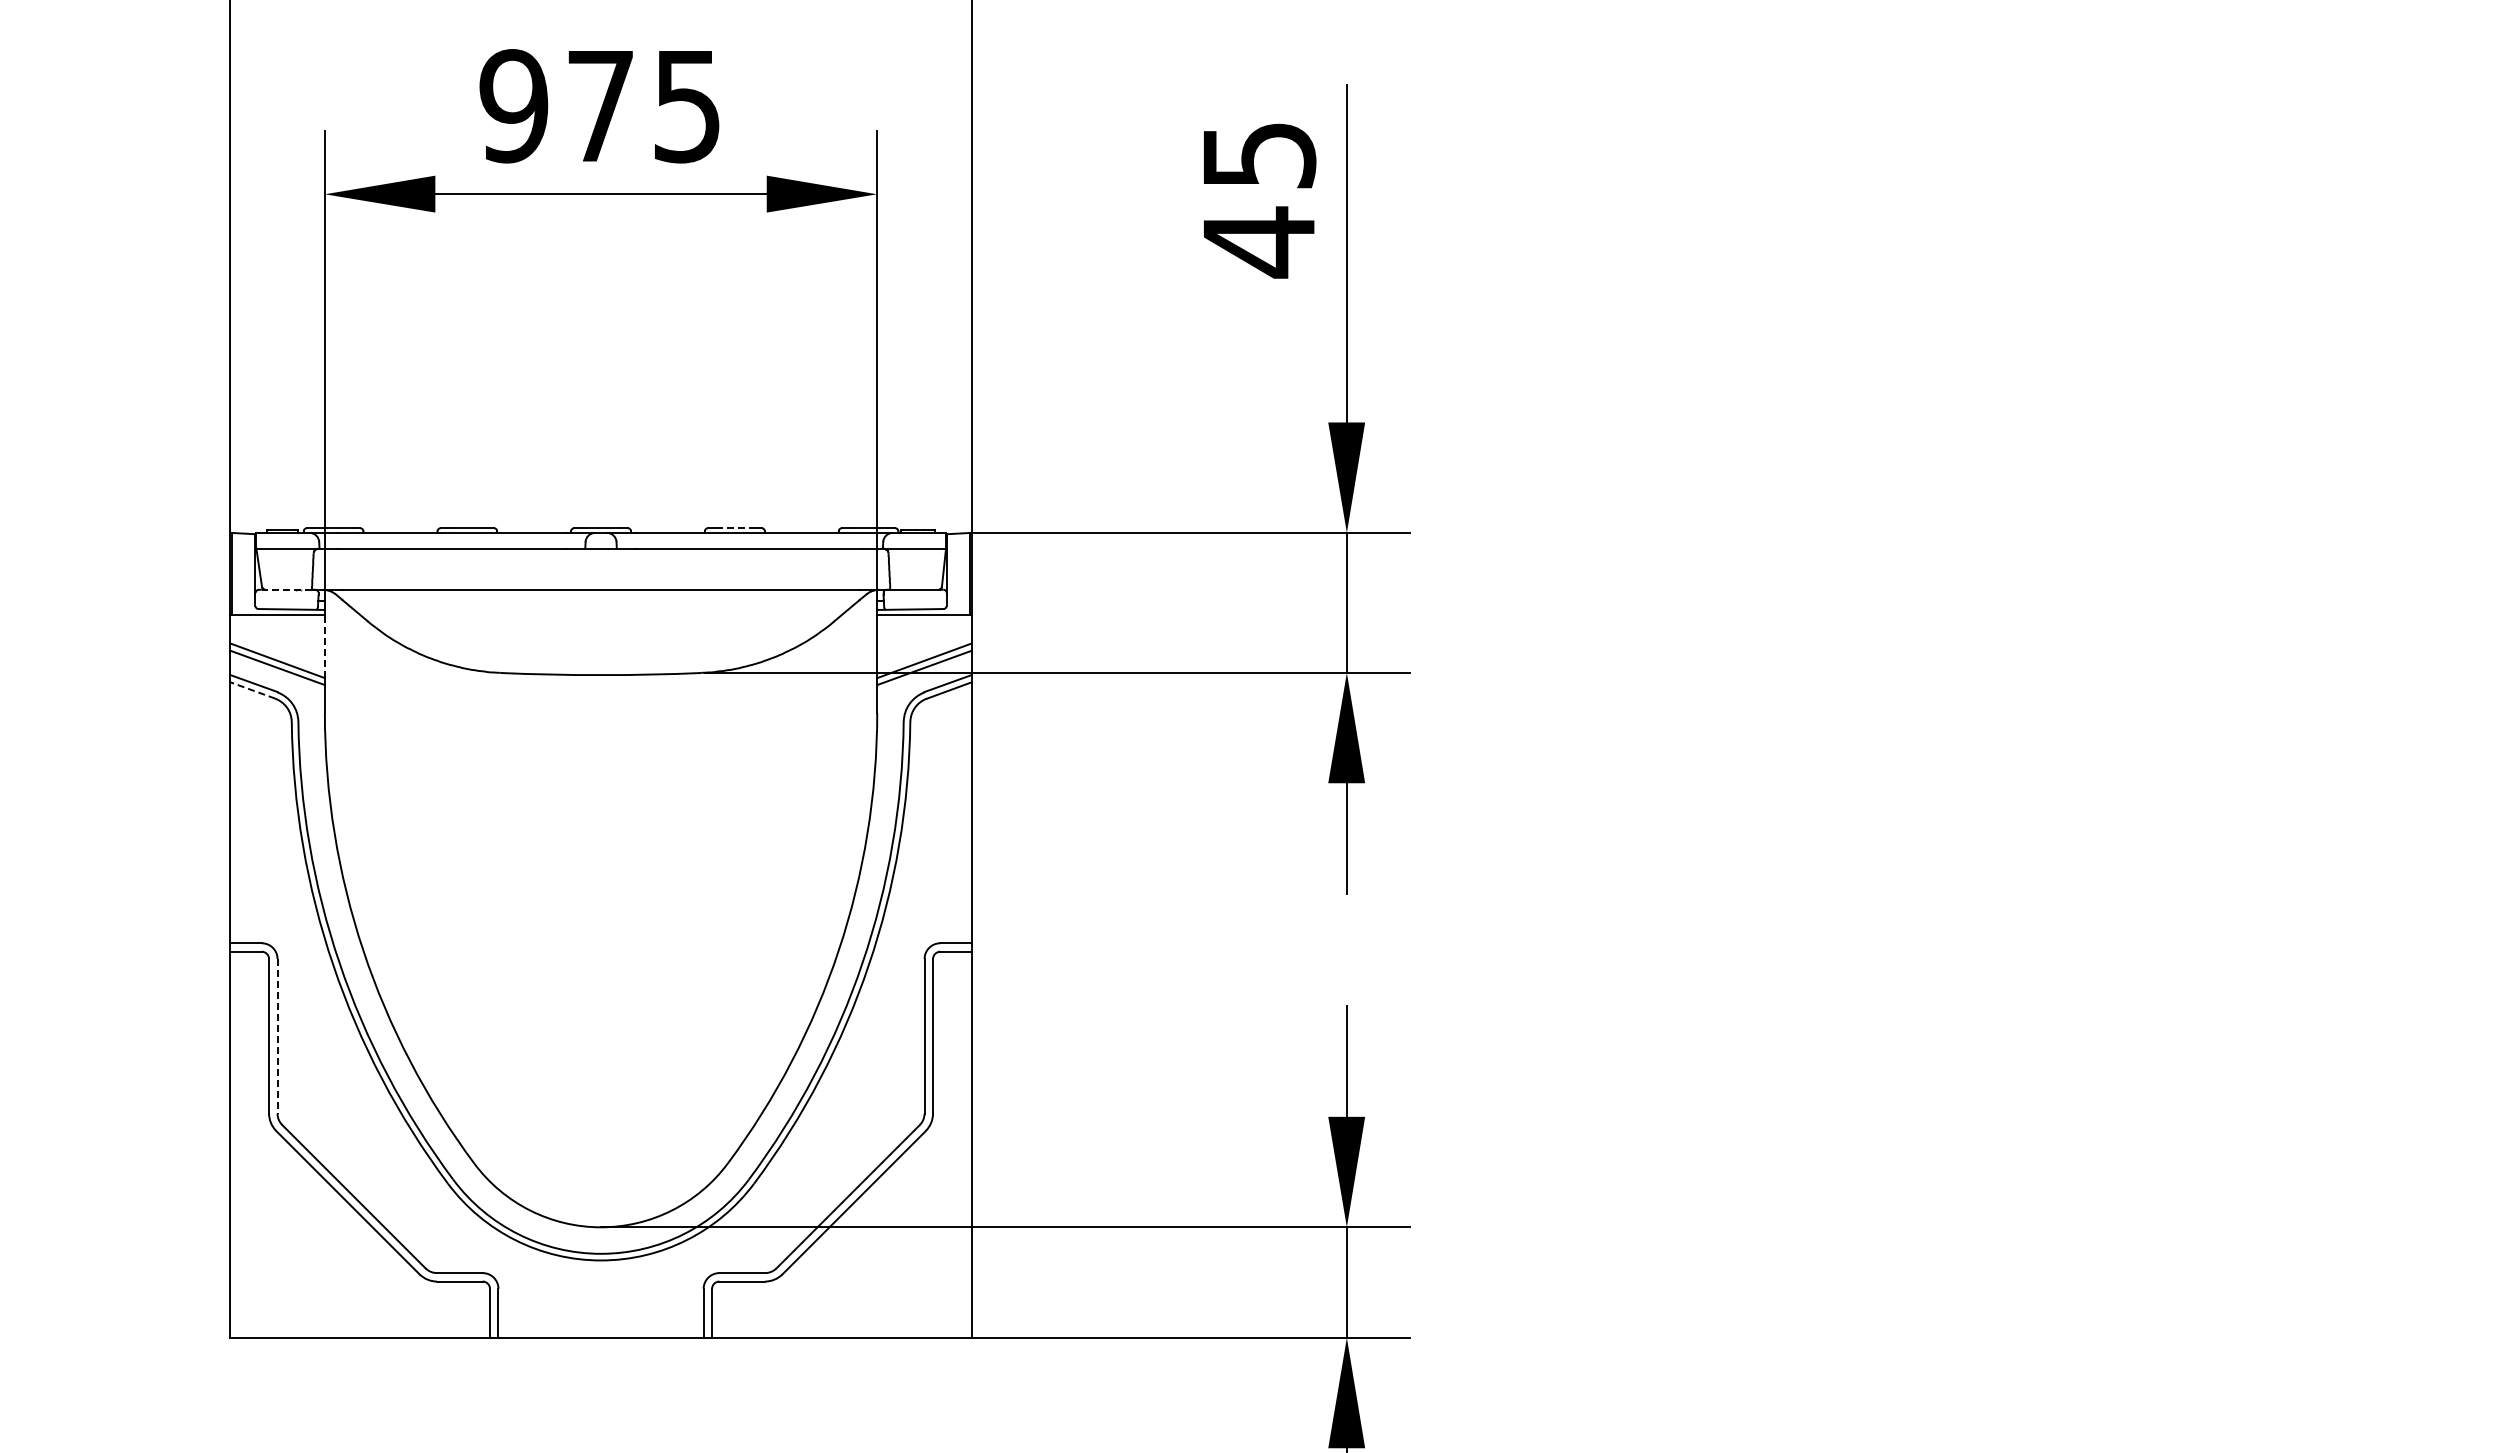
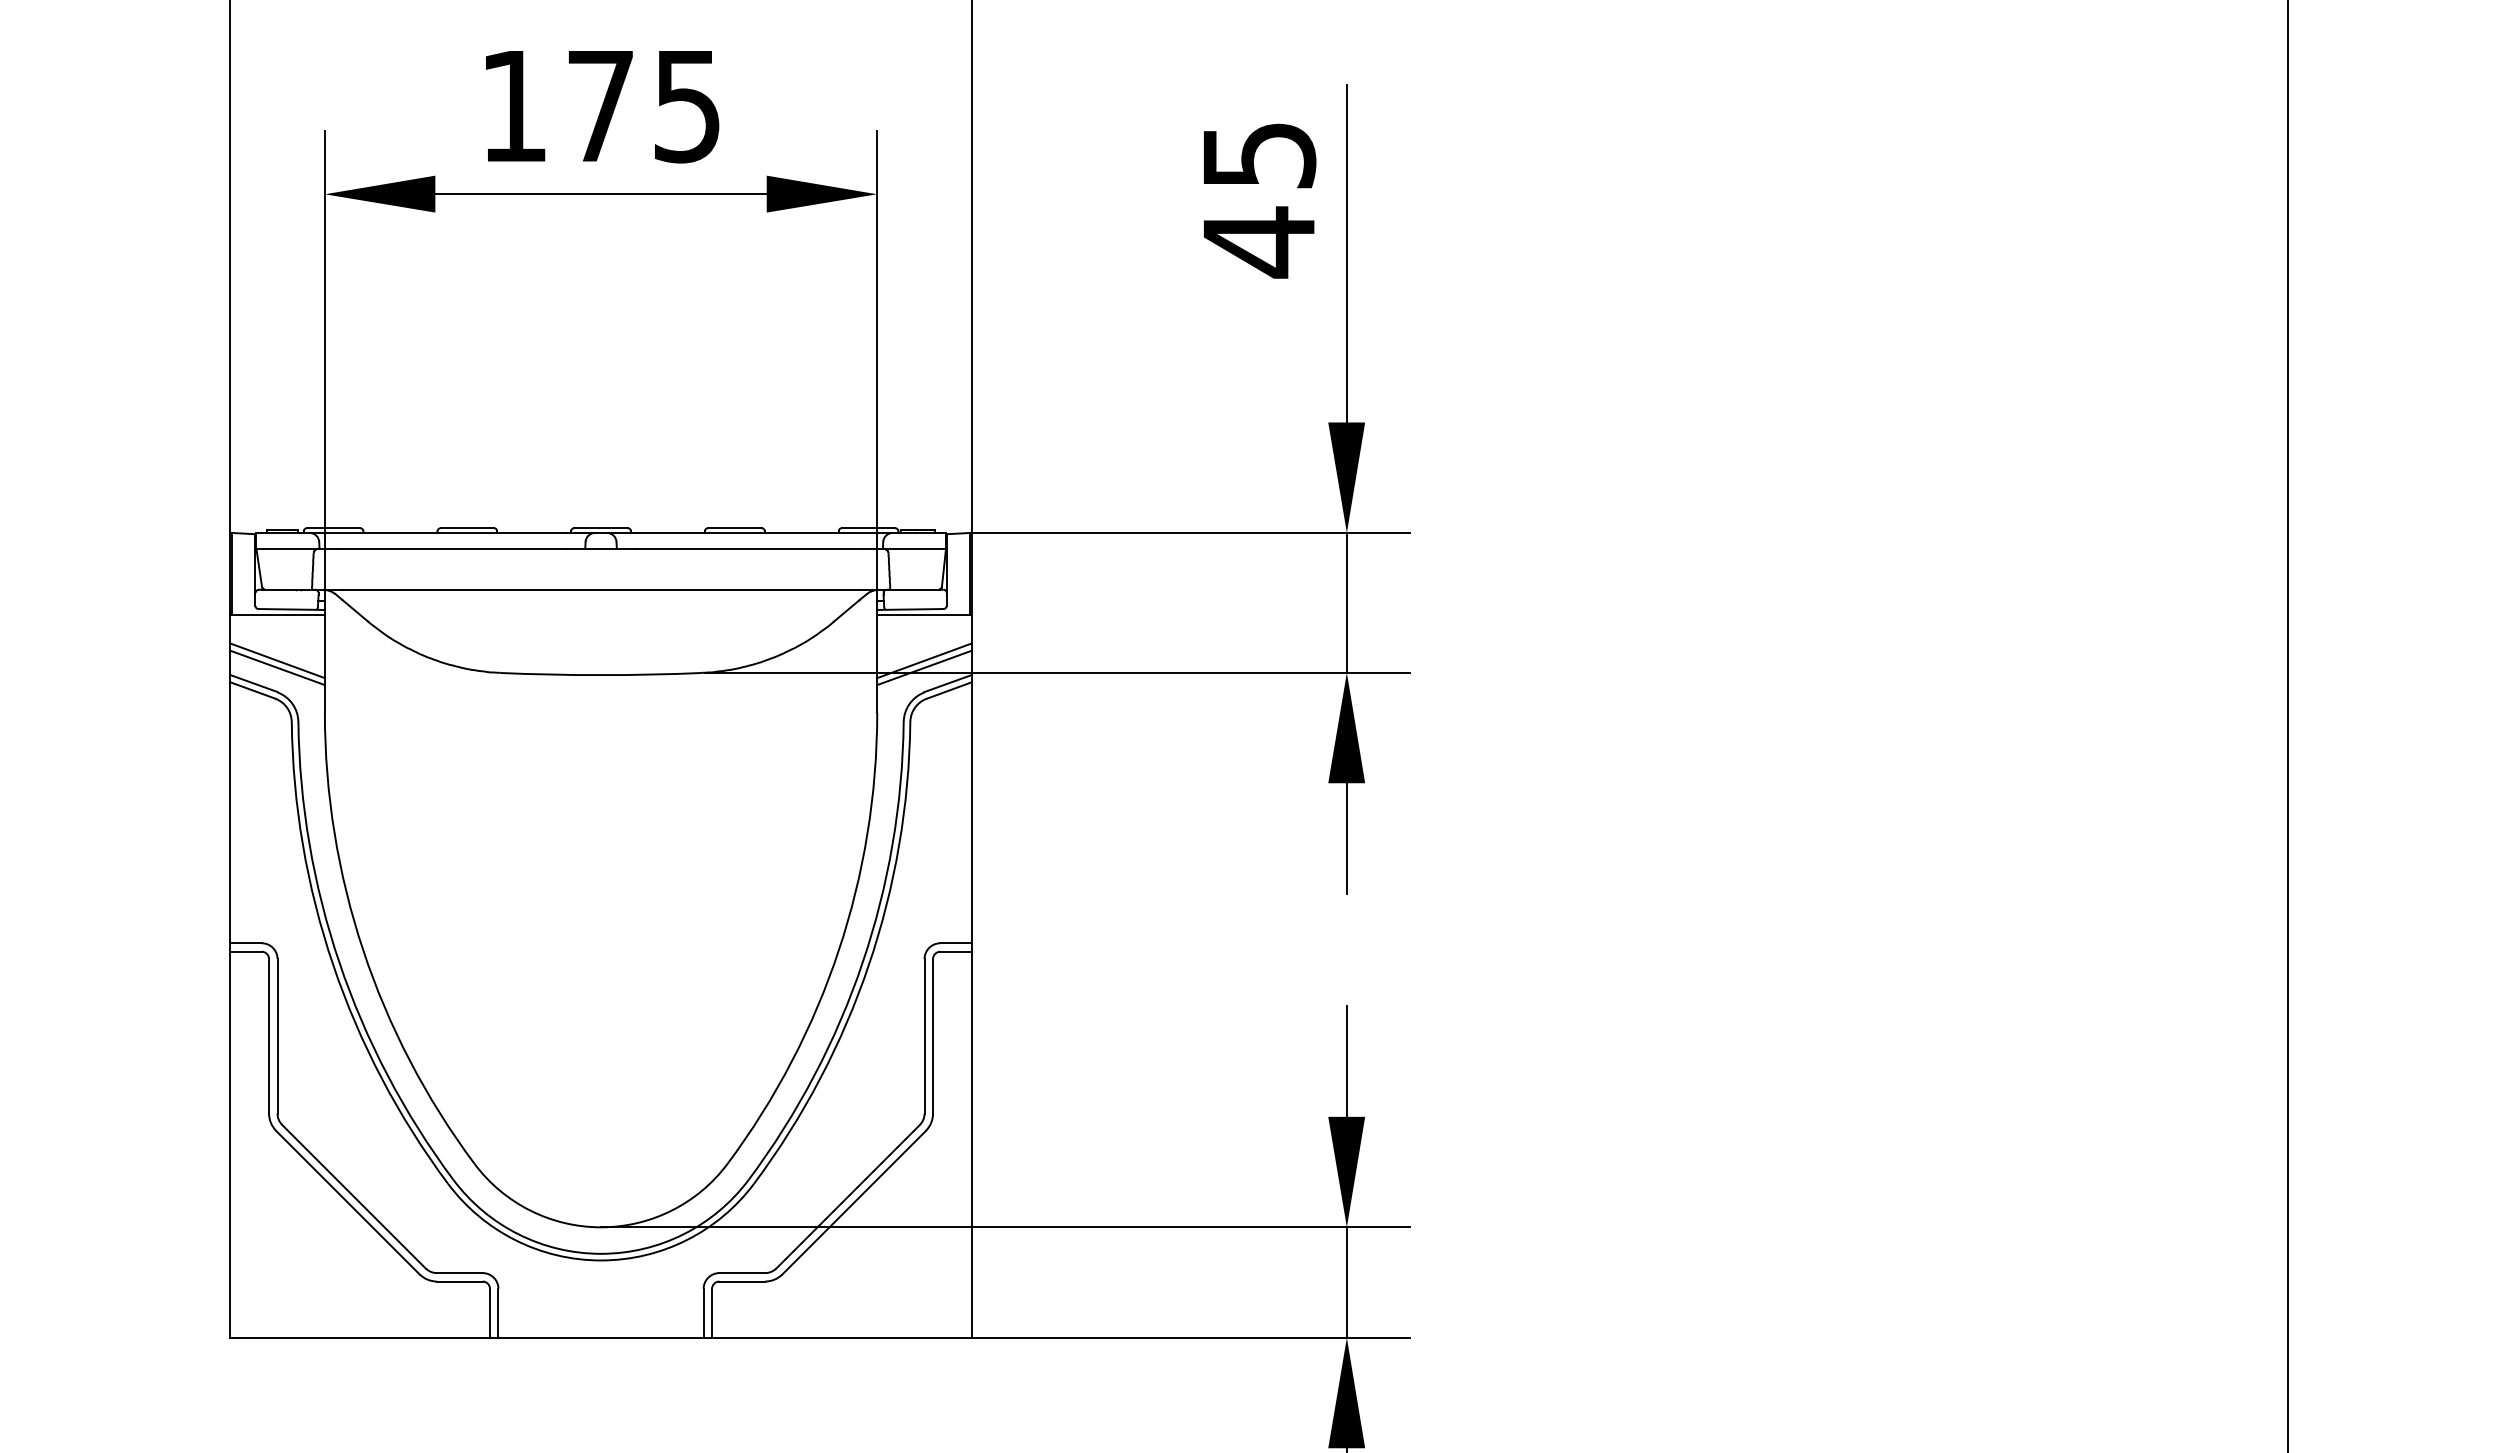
text at (513, 106): 975 -> 175
line at (734, 528): dashed -> solid
line at (286, 589): dashed -> solid
line at (324, 646): dashed -> solid
line at (252, 690): dashed -> solid
line at (2287, 725): none -> present
line at (277, 1036): dashed -> solid
